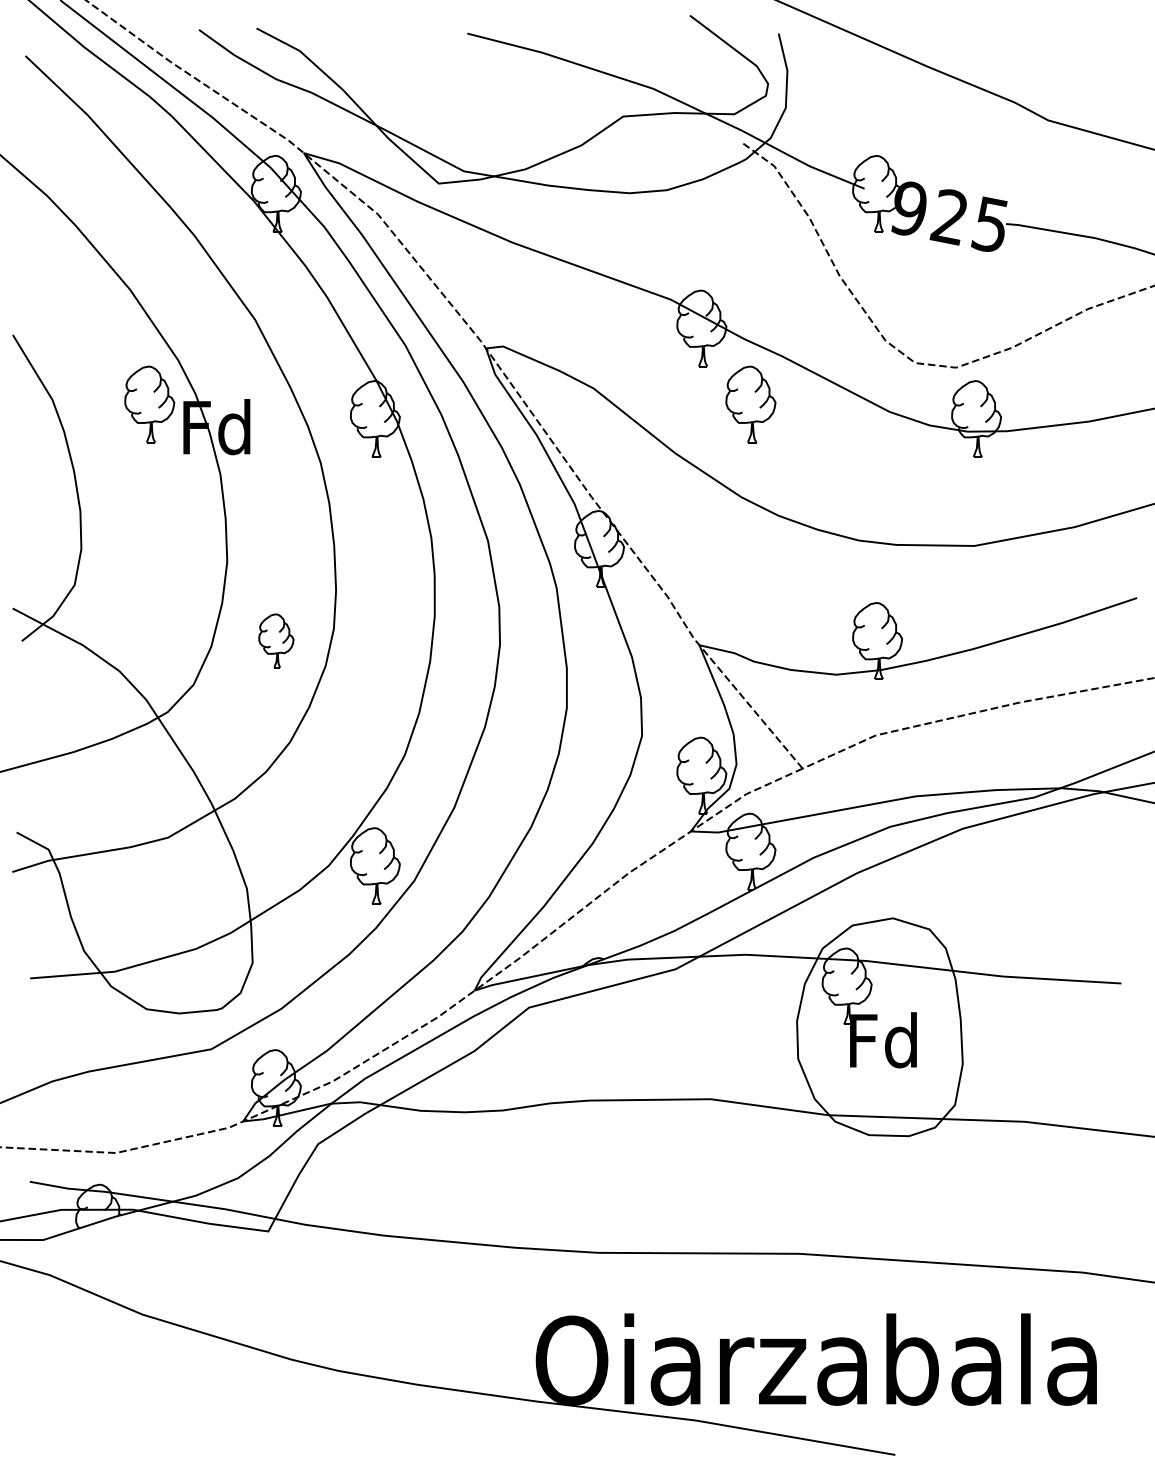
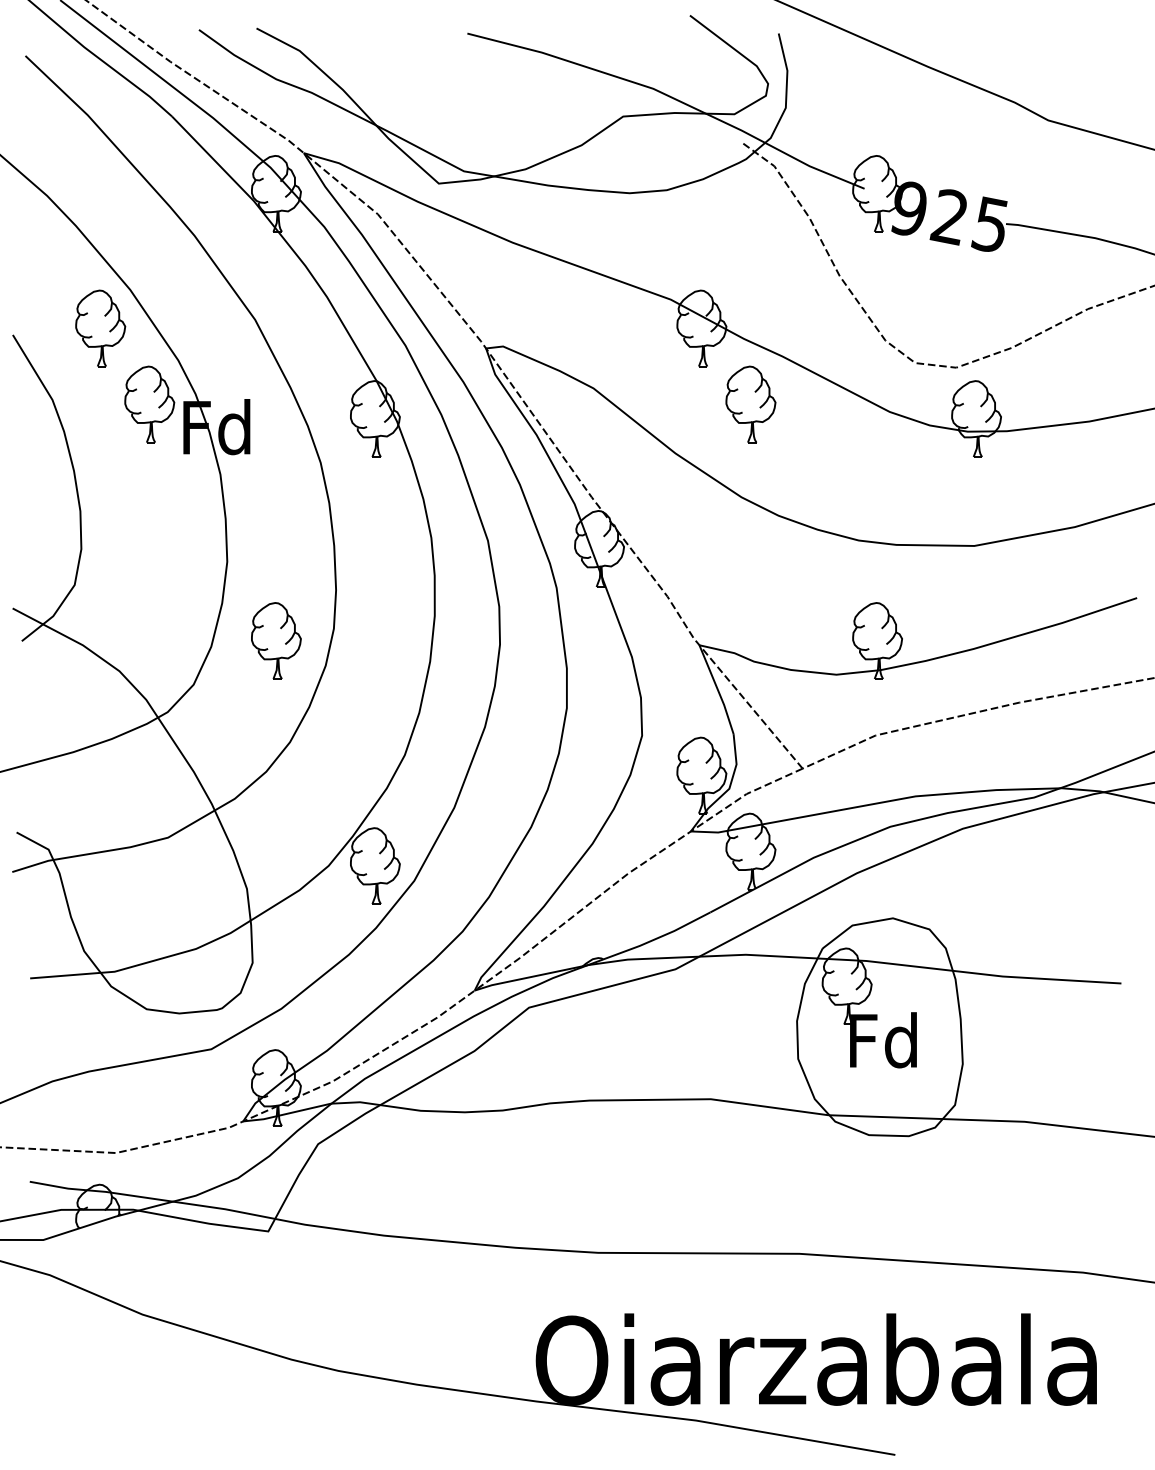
part at (100, 328): none -> present
part at (276, 640) size: 37x56 px -> 51x78 px
